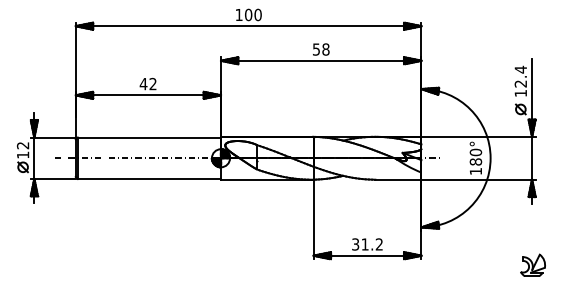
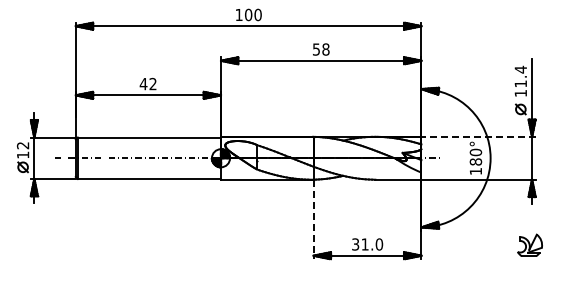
text at (520, 83): 12.4 -> 11.4
line at (478, 136): solid -> dashed
line at (313, 219): solid -> dashed
text at (379, 244): 31.2 -> 31.0
part at (532, 264) position: (532, 264) -> (529, 244)
